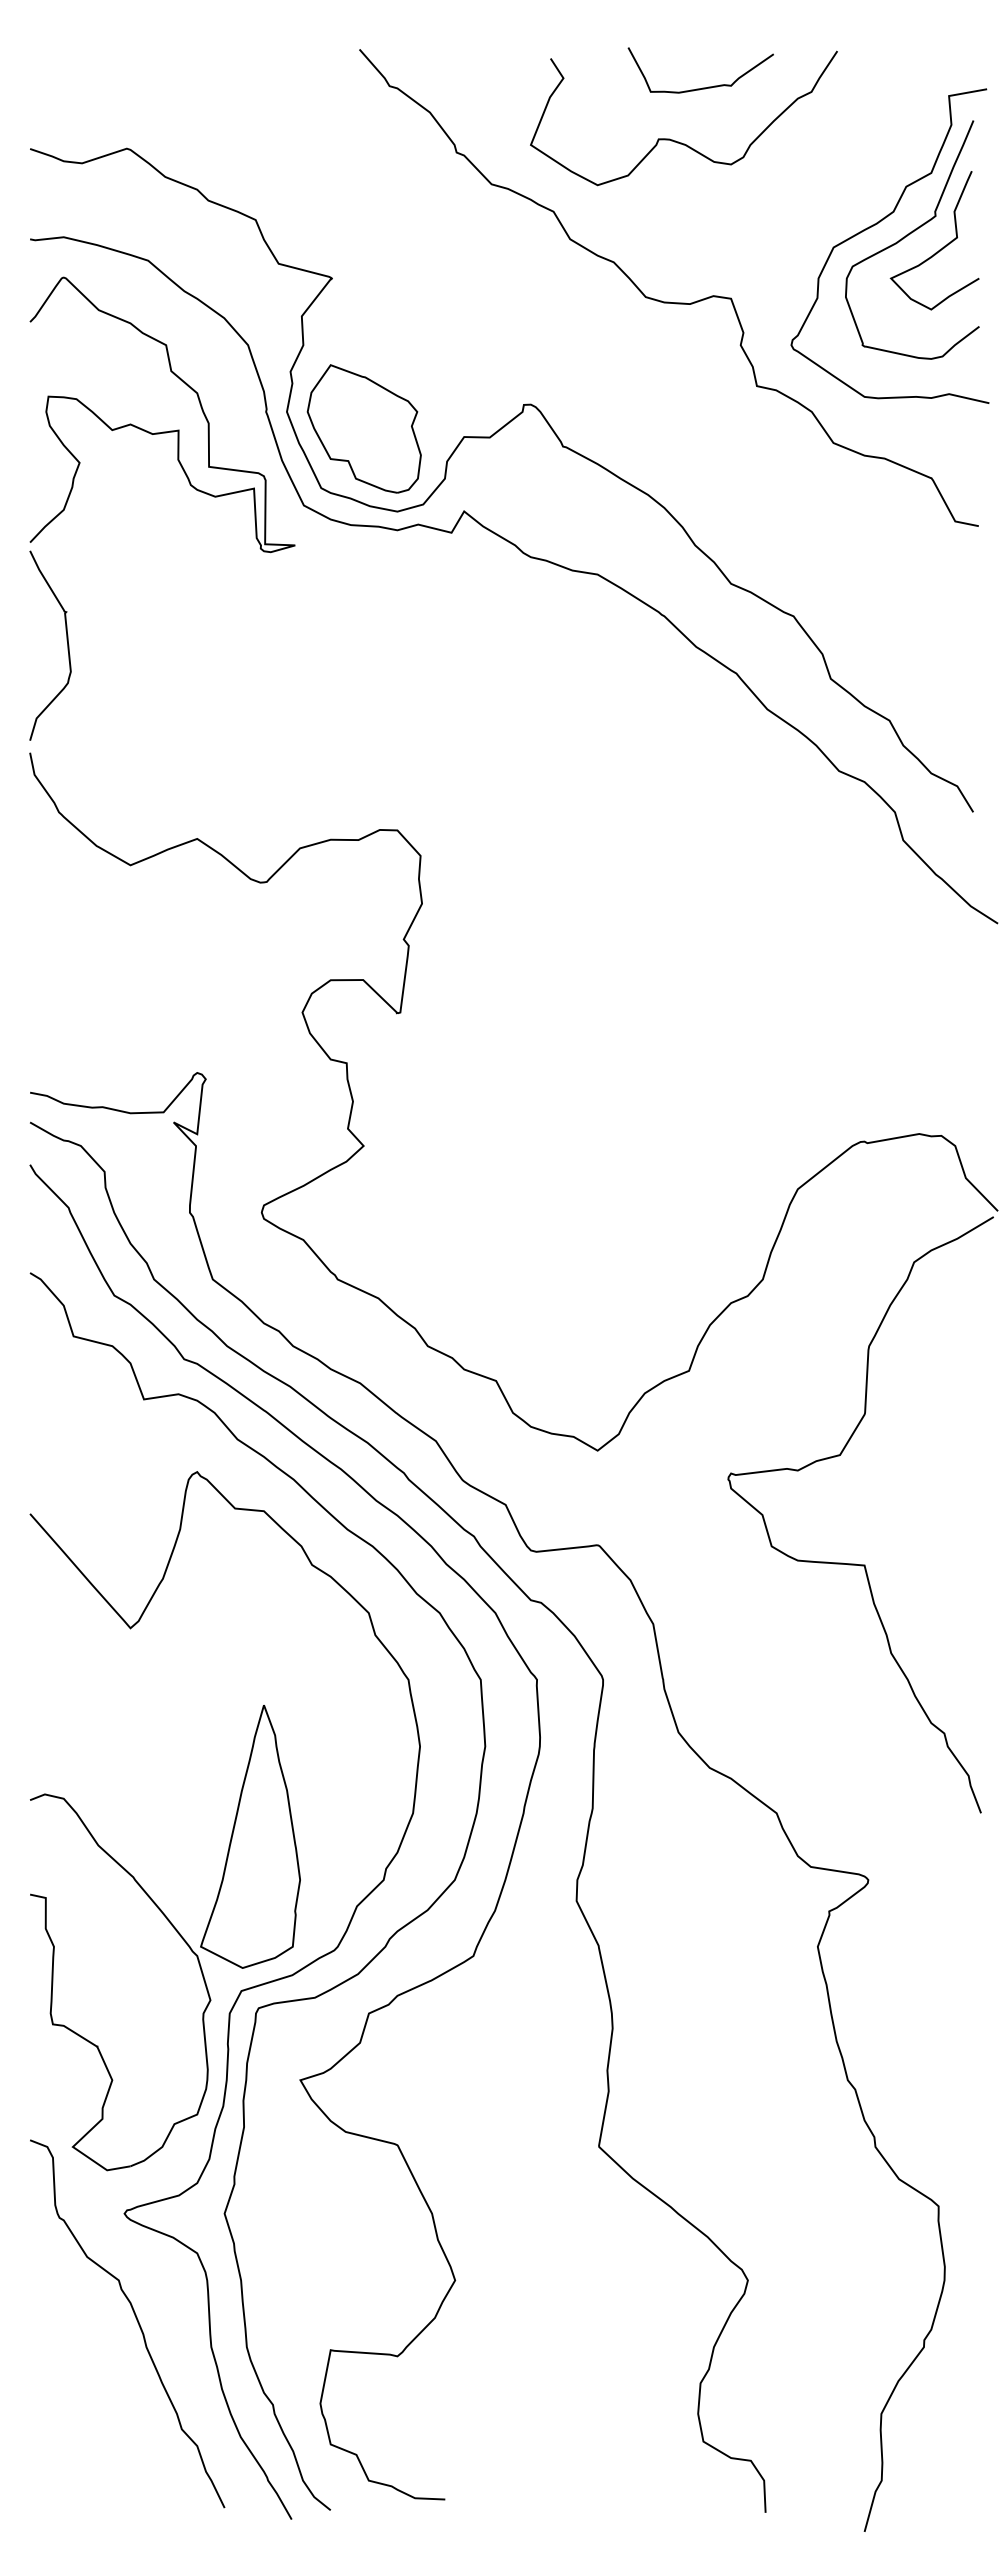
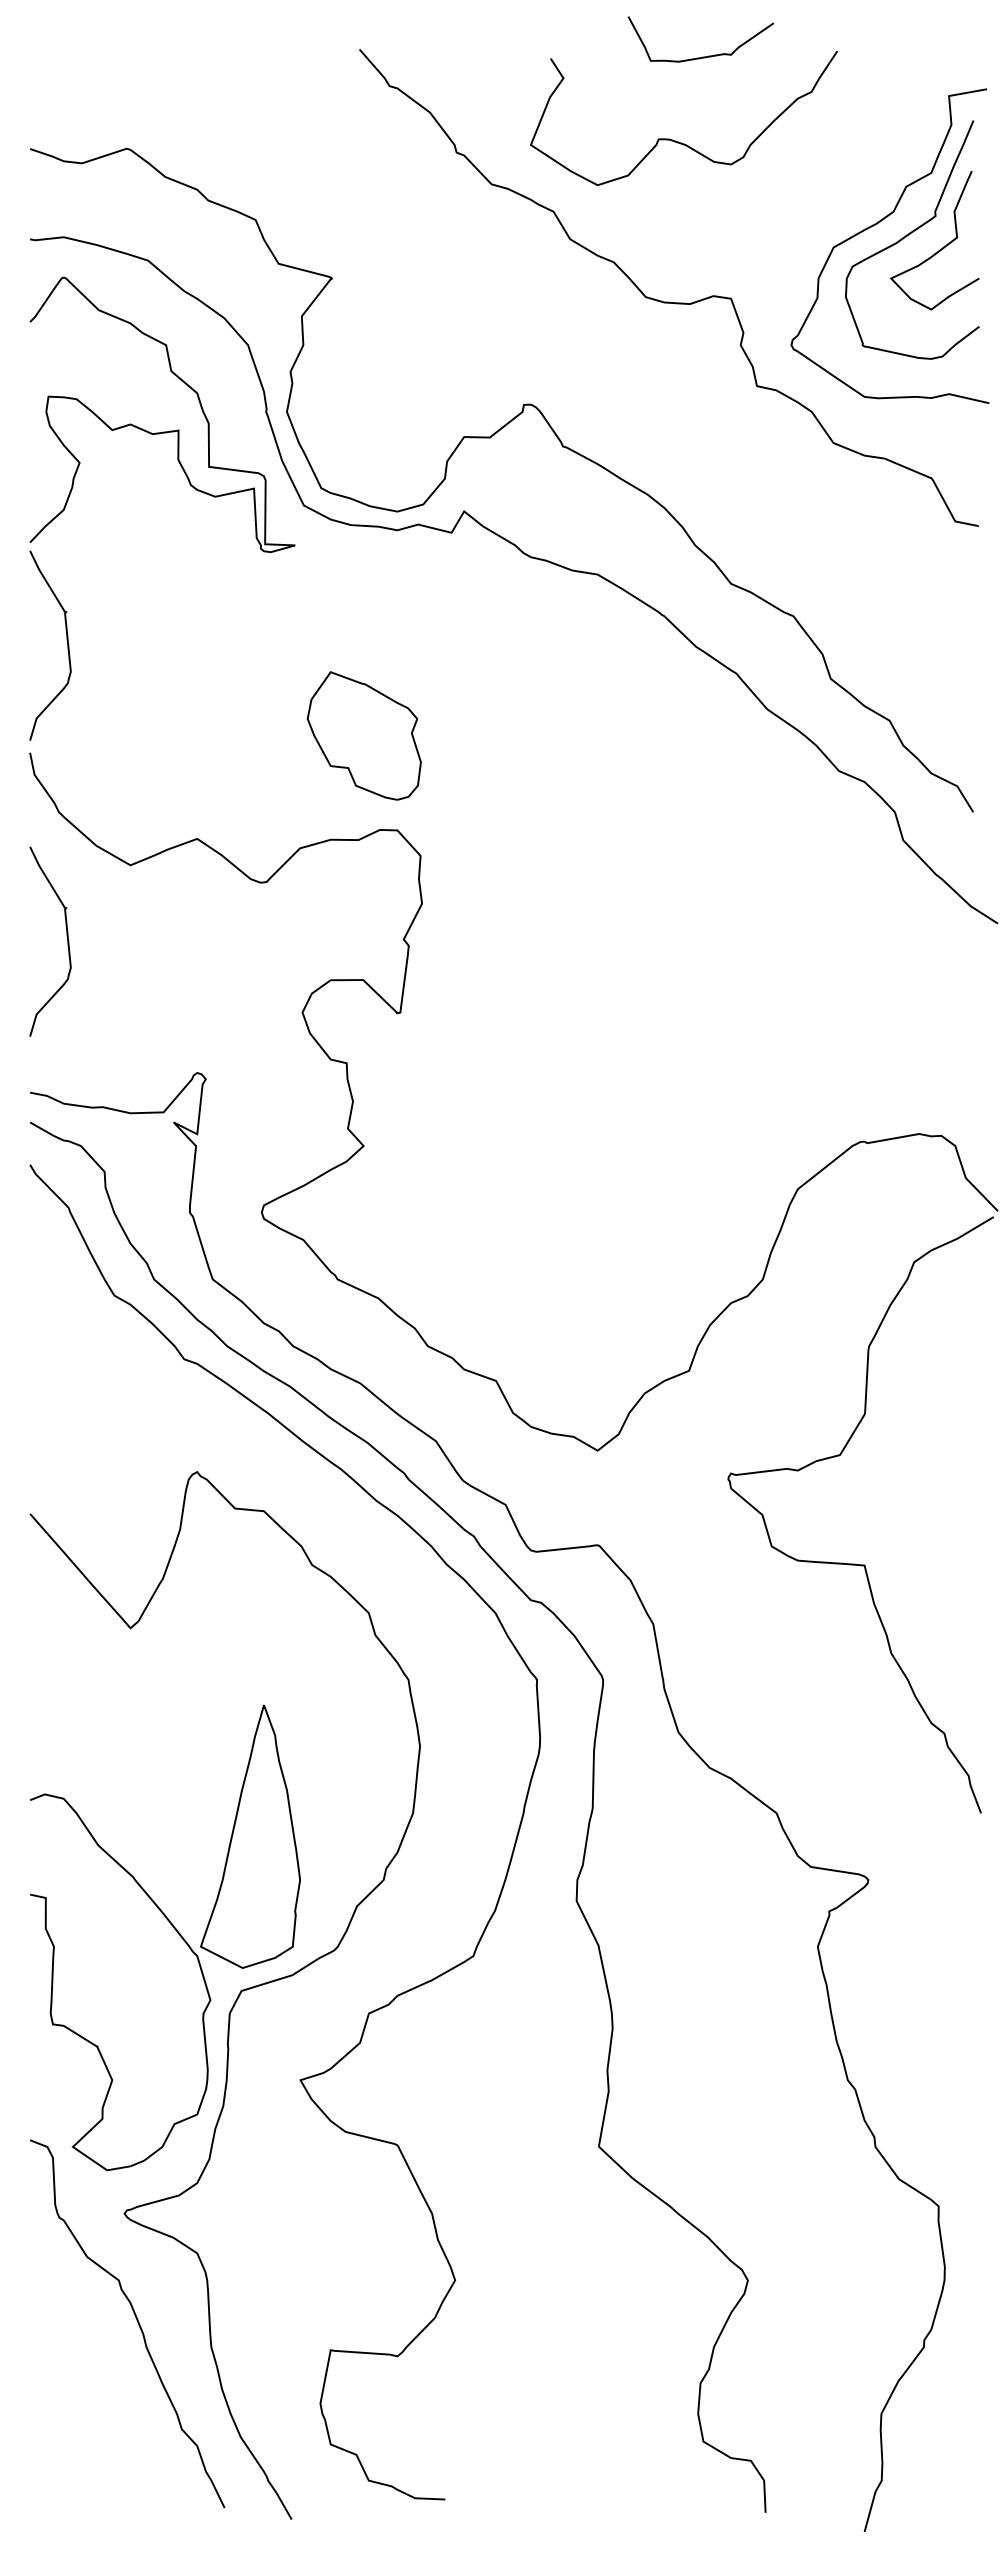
curve at (702, 87) position: (702, 87) -> (702, 56)
part at (363, 428) position: (363, 428) -> (363, 735)
curve at (66, 936): none -> present
curve at (273, 2002): present -> none
